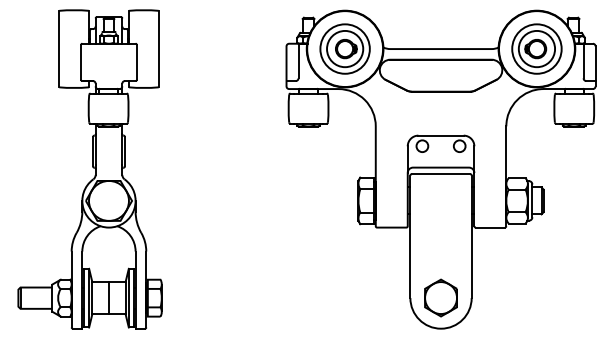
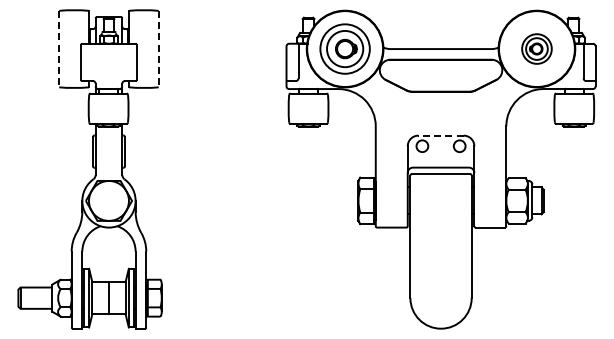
part at (536, 48) size: 52x52 px -> 32x32 px
line at (59, 49): solid -> dashed
line at (158, 49): solid -> dashed
line at (441, 135): solid -> dashed
part at (440, 297): present -> none
